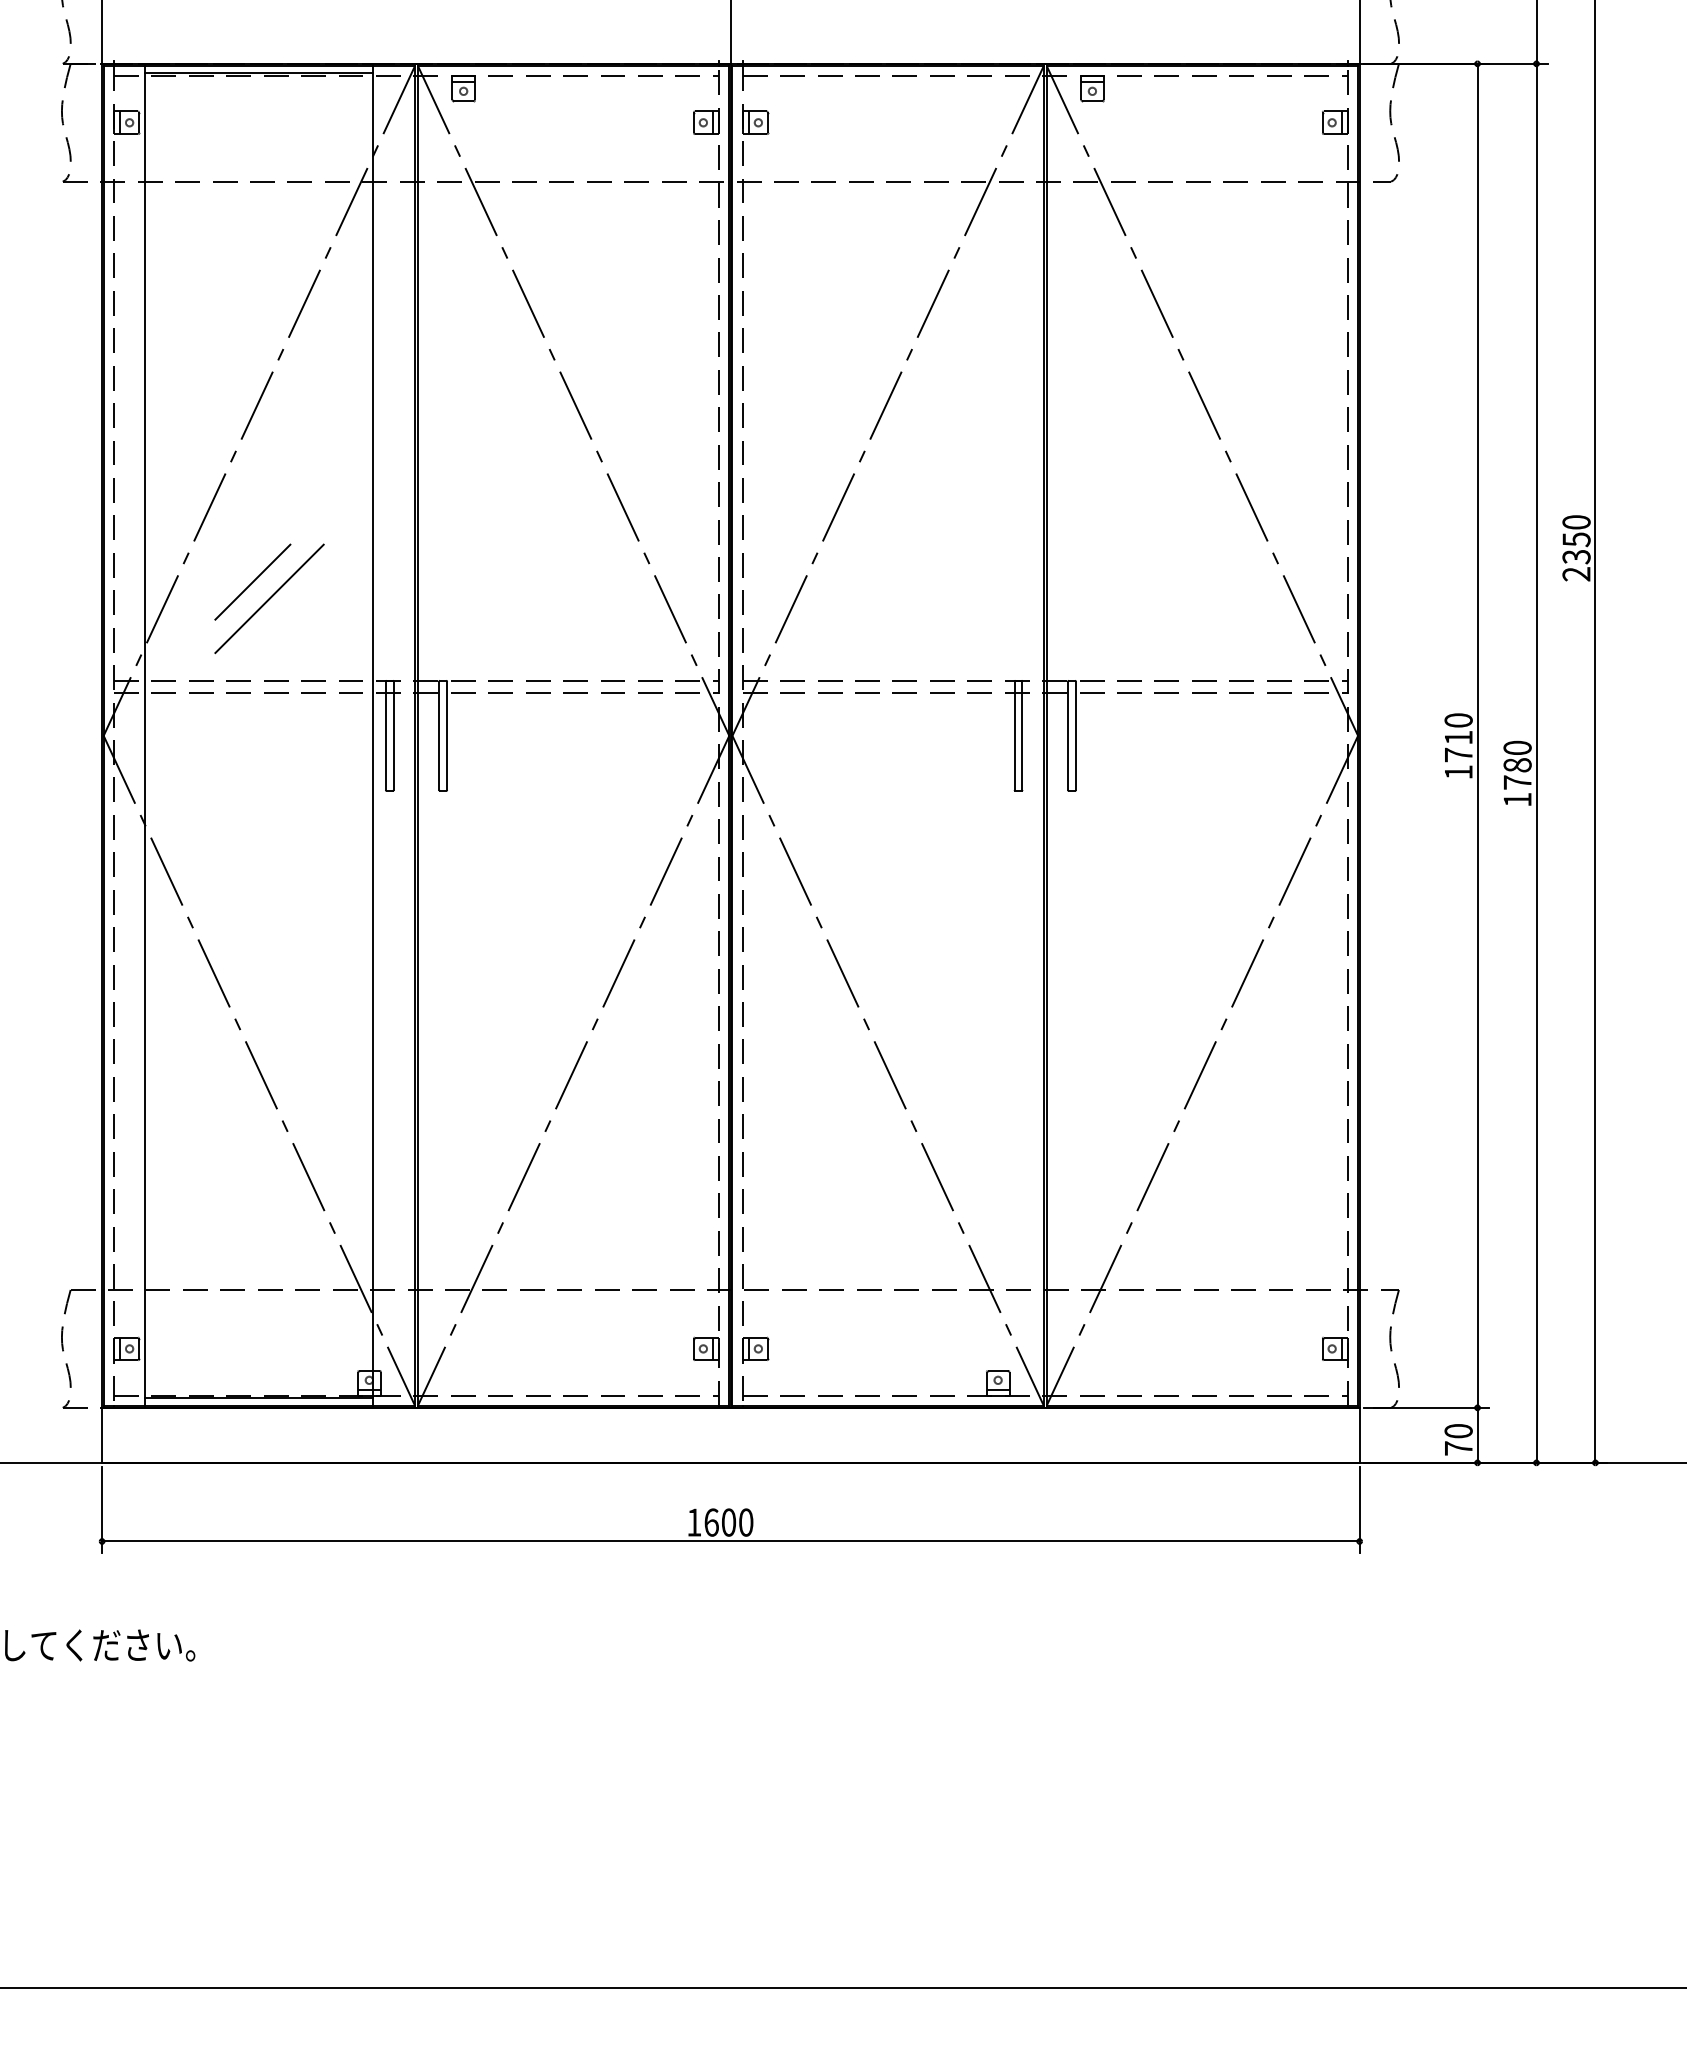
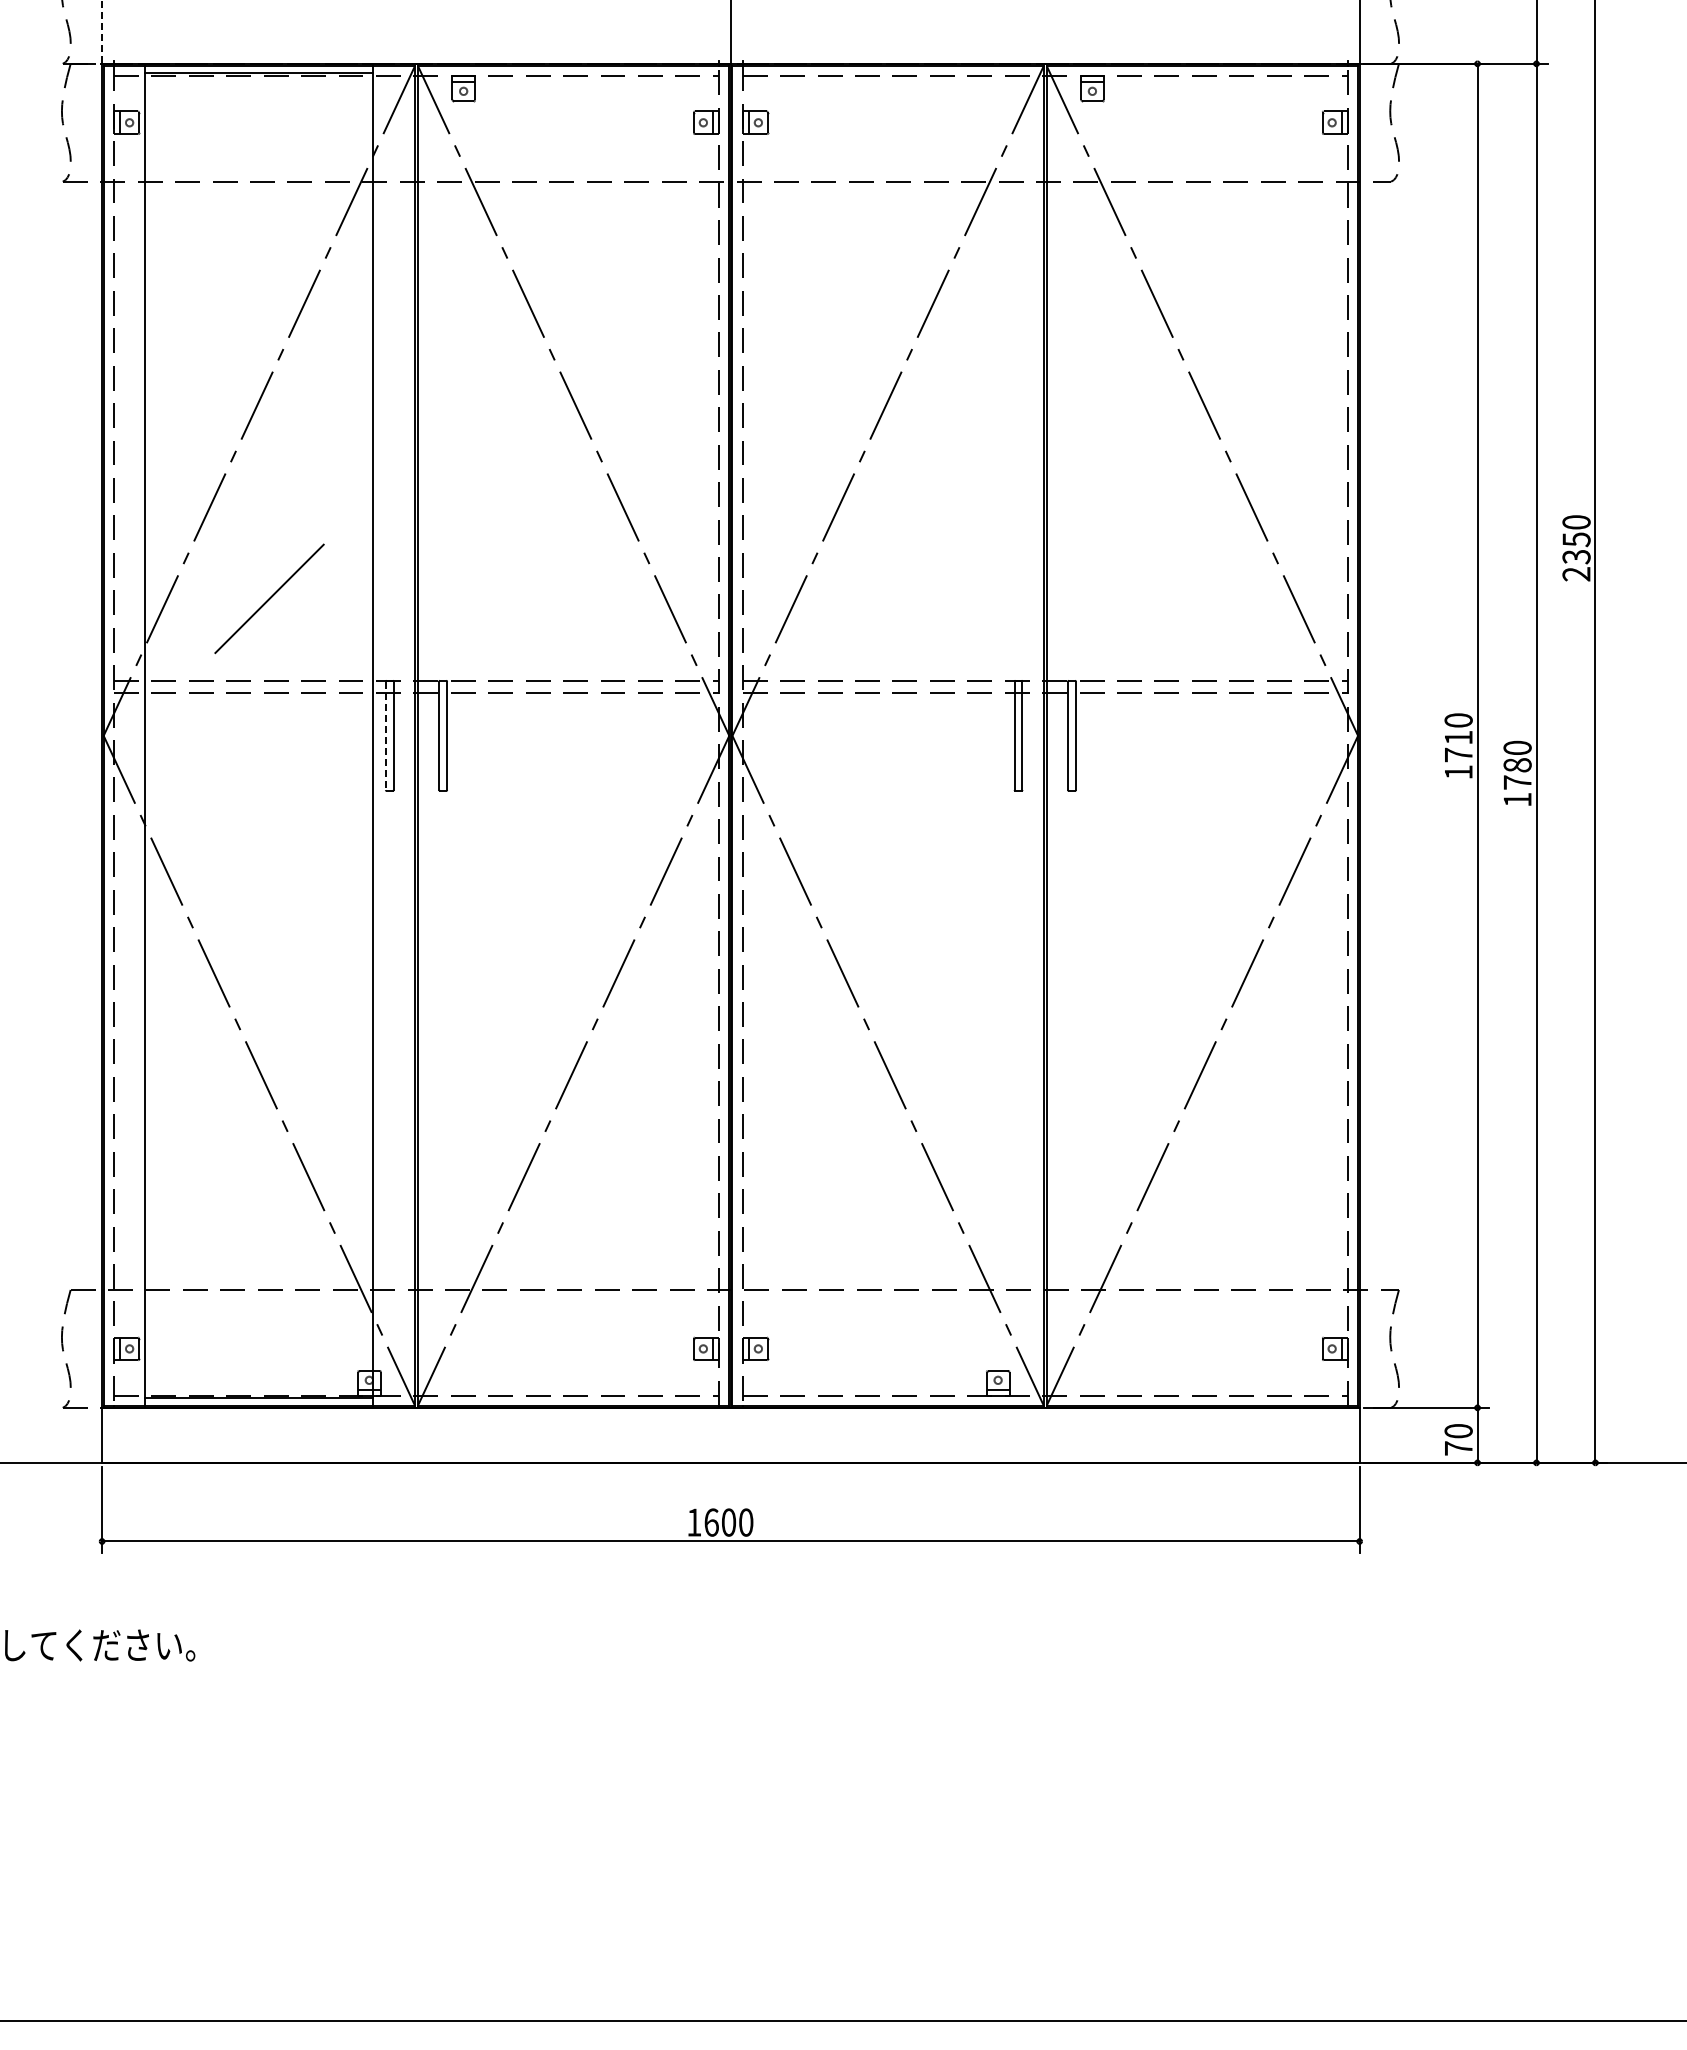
line at (102, 31): solid -> dashed
line at (252, 581): present -> none
line at (385, 736): solid -> dashed
line at (842, 1988) position: (842, 1988) -> (842, 2021)
